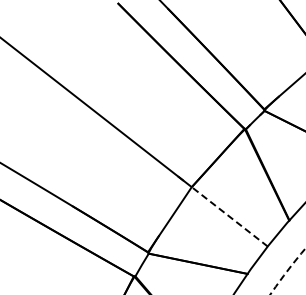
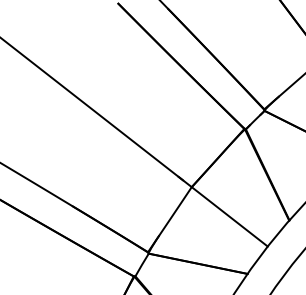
line at (229, 216): dashed -> solid
circle at (287, 271): dashed -> solid
